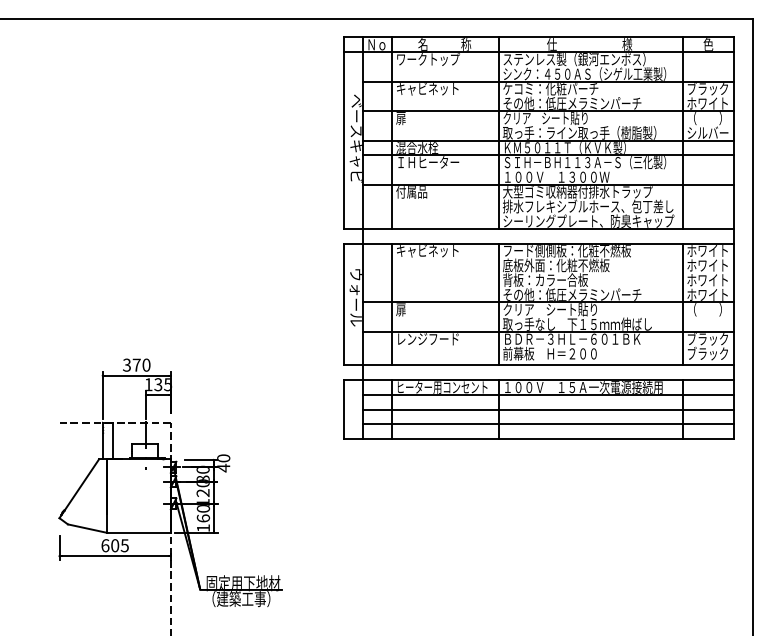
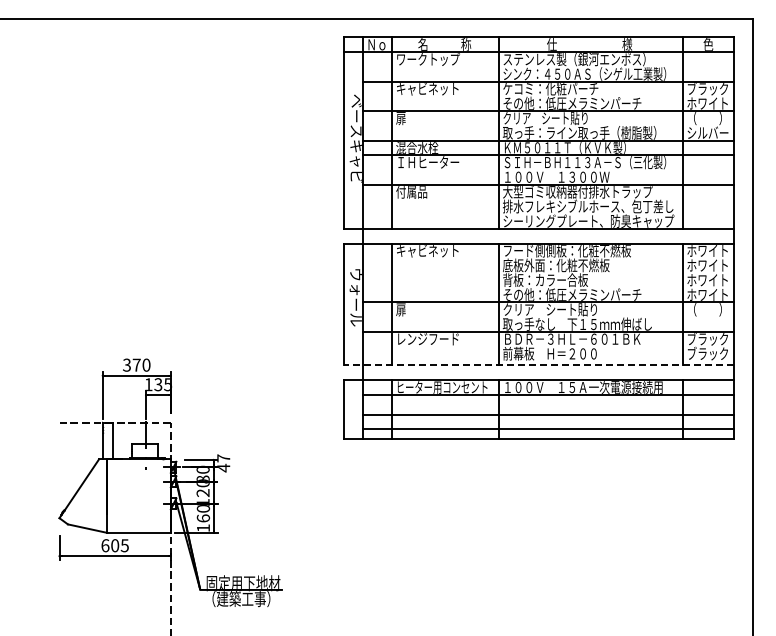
line at (538, 365): solid -> dashed
line at (548, 409) position: (548, 409) -> (548, 414)
line at (548, 424) position: (548, 424) -> (548, 429)
text at (223, 458): 40 -> 47
